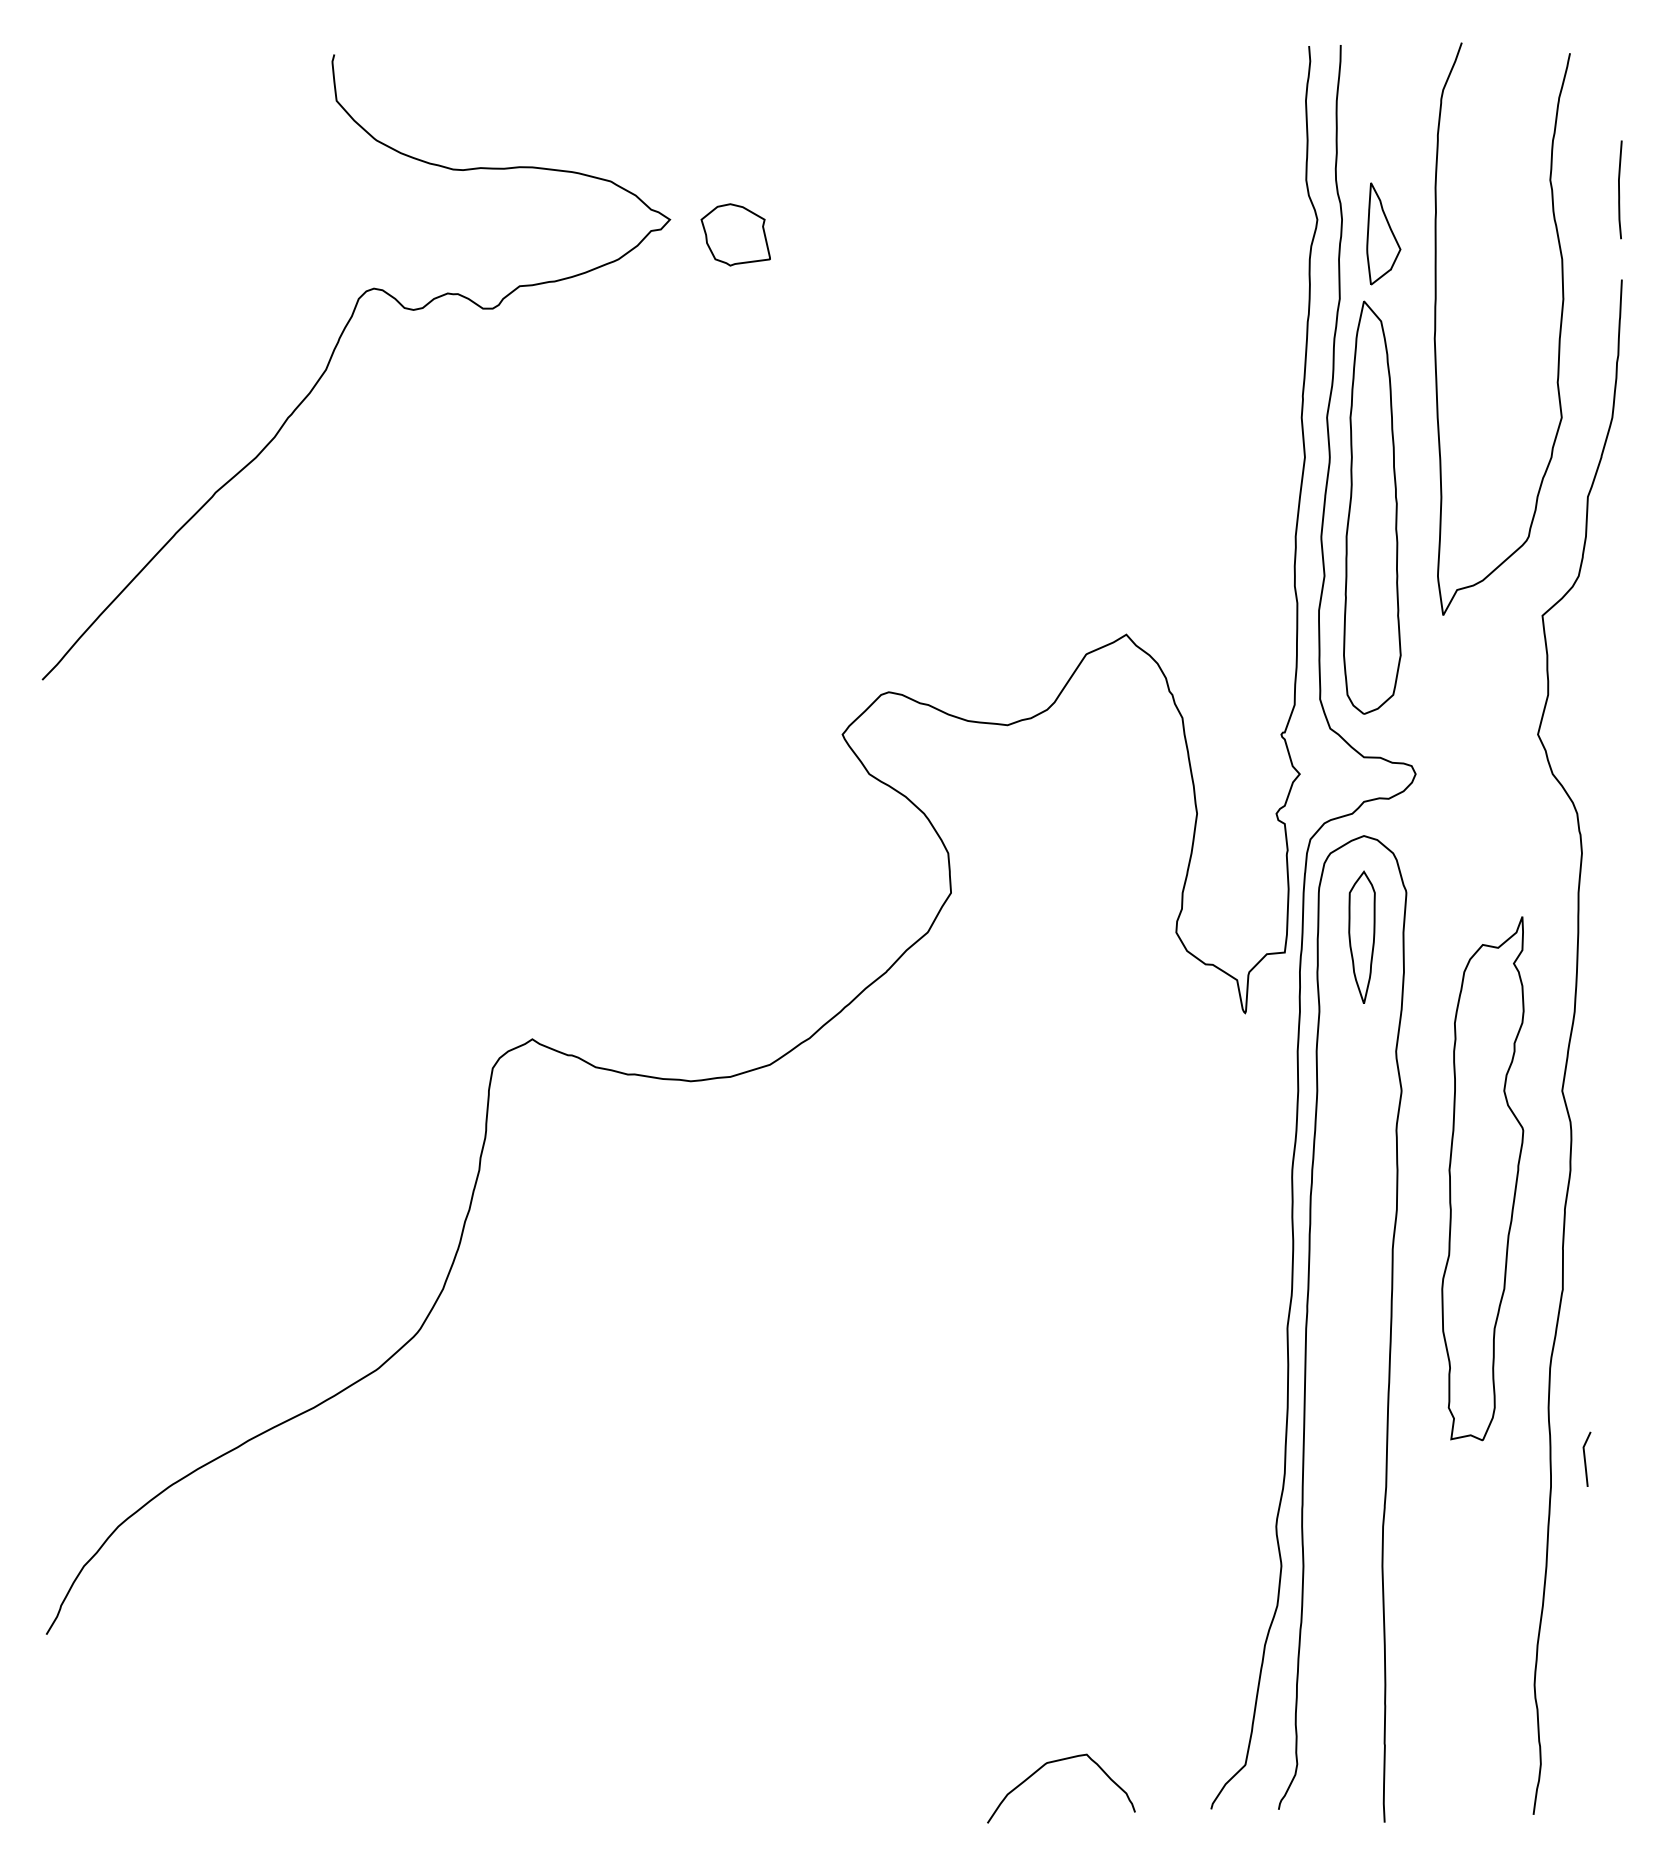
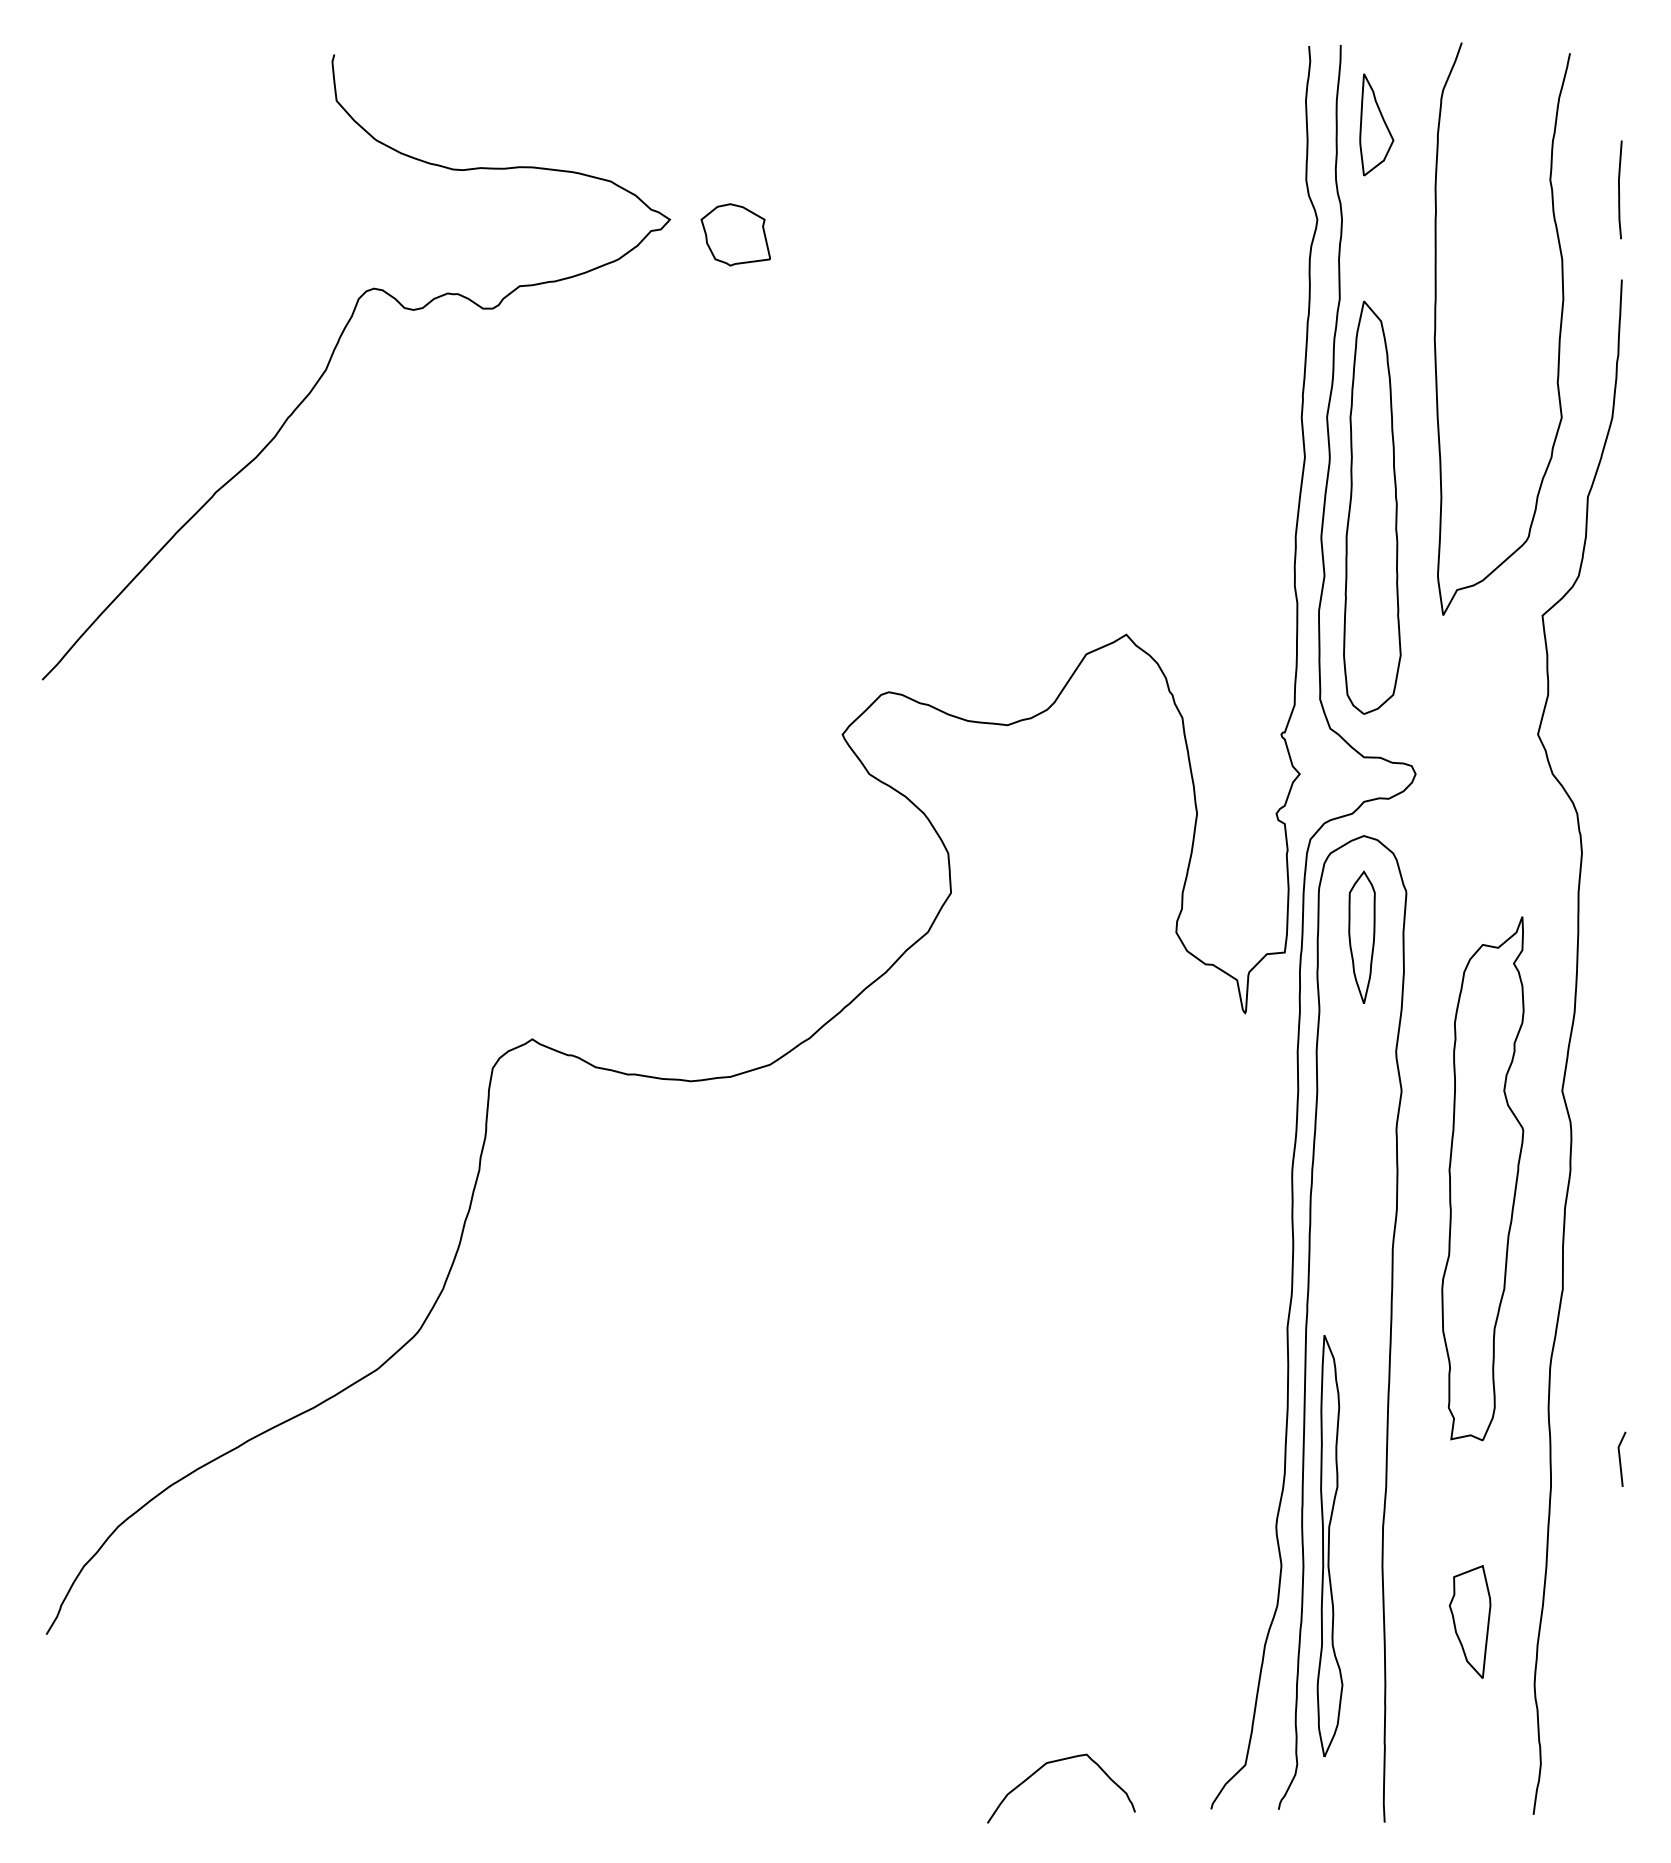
part at (1383, 233) position: (1383, 233) -> (1376, 124)
line at (1585, 1458) position: (1585, 1458) -> (1620, 1458)
part at (1329, 1546): none -> present
part at (1469, 1621): none -> present
